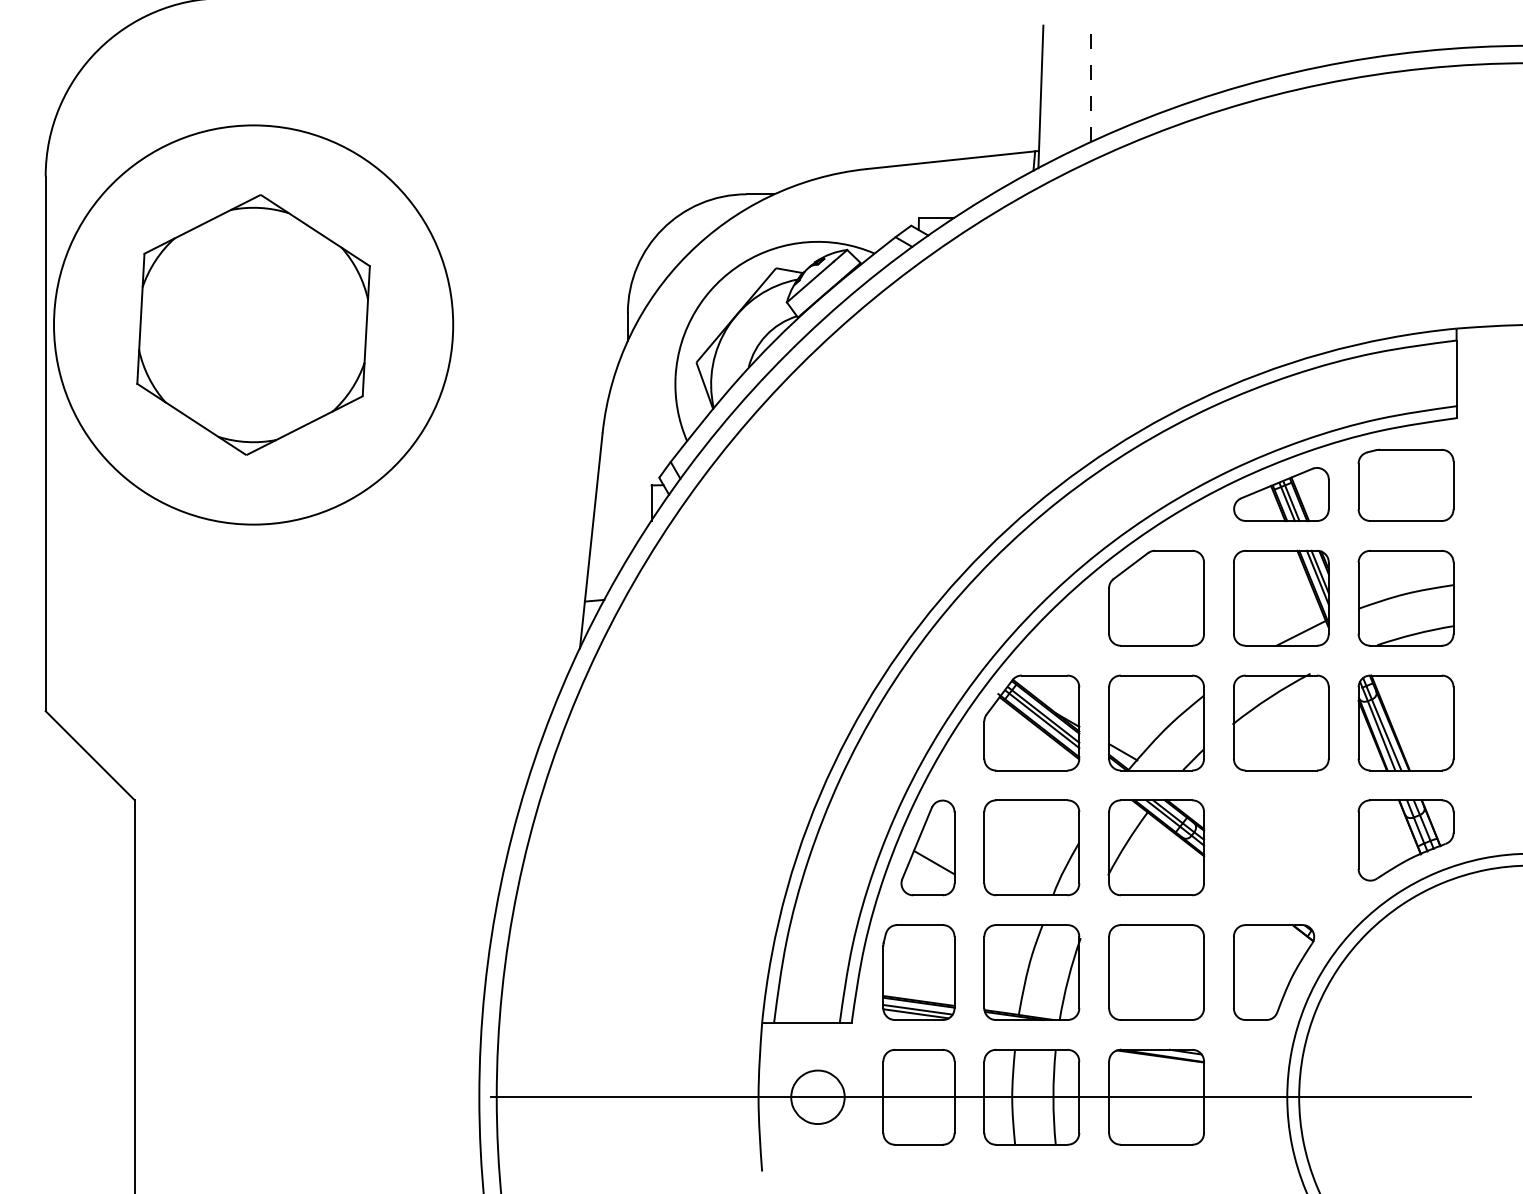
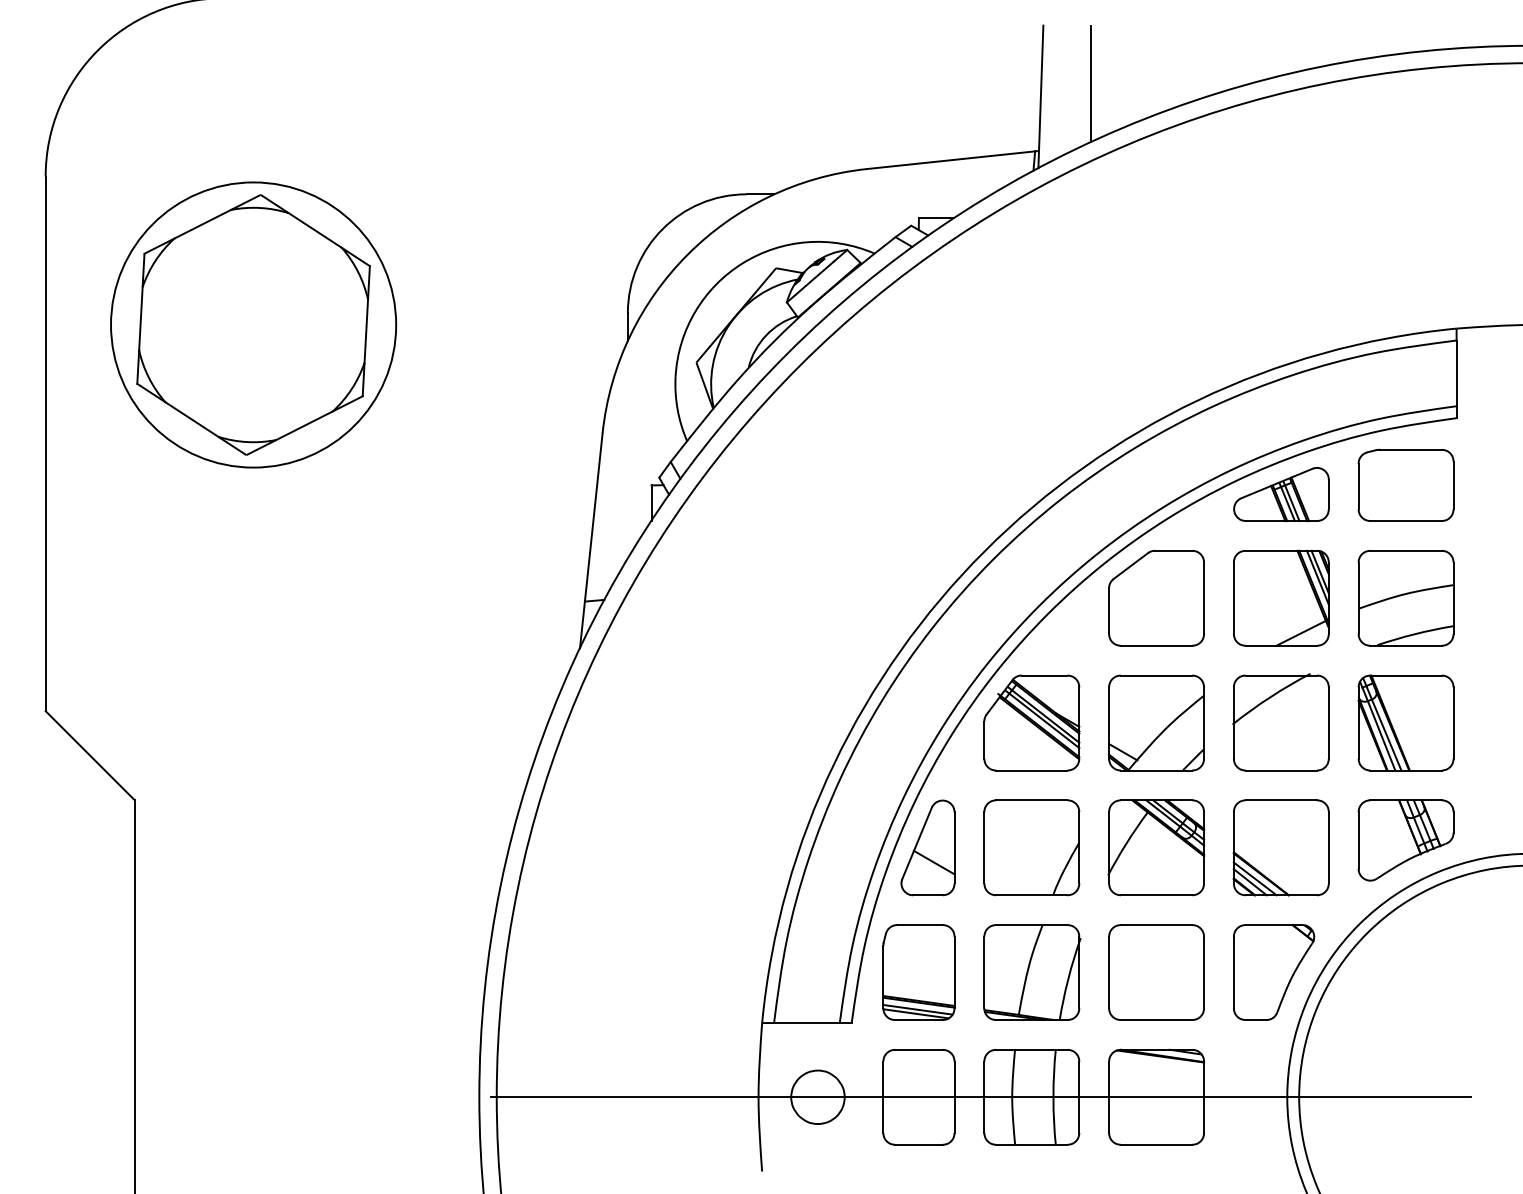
line at (1091, 83): dashed -> solid
circle at (253, 324) diameter: 399 px -> 285 px
part at (1280, 847): none -> present
